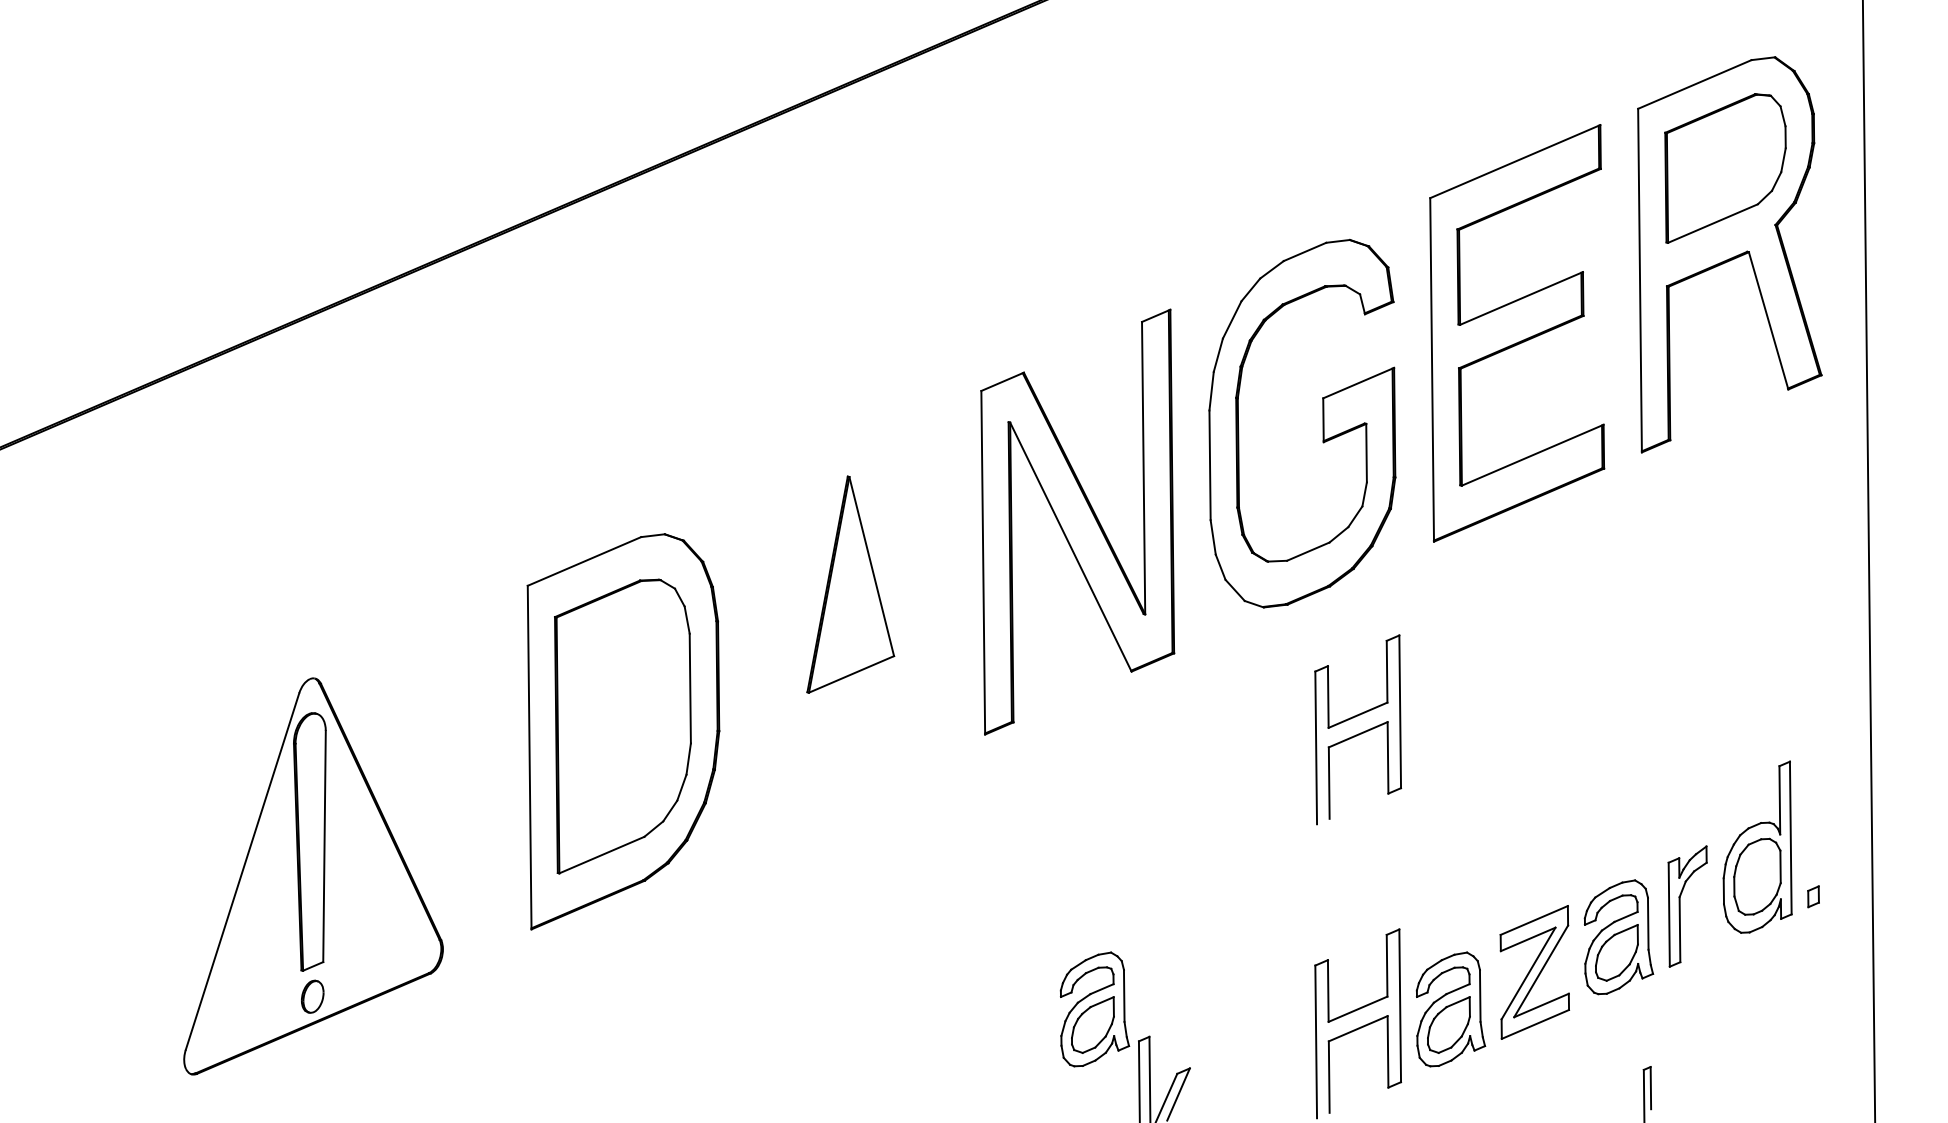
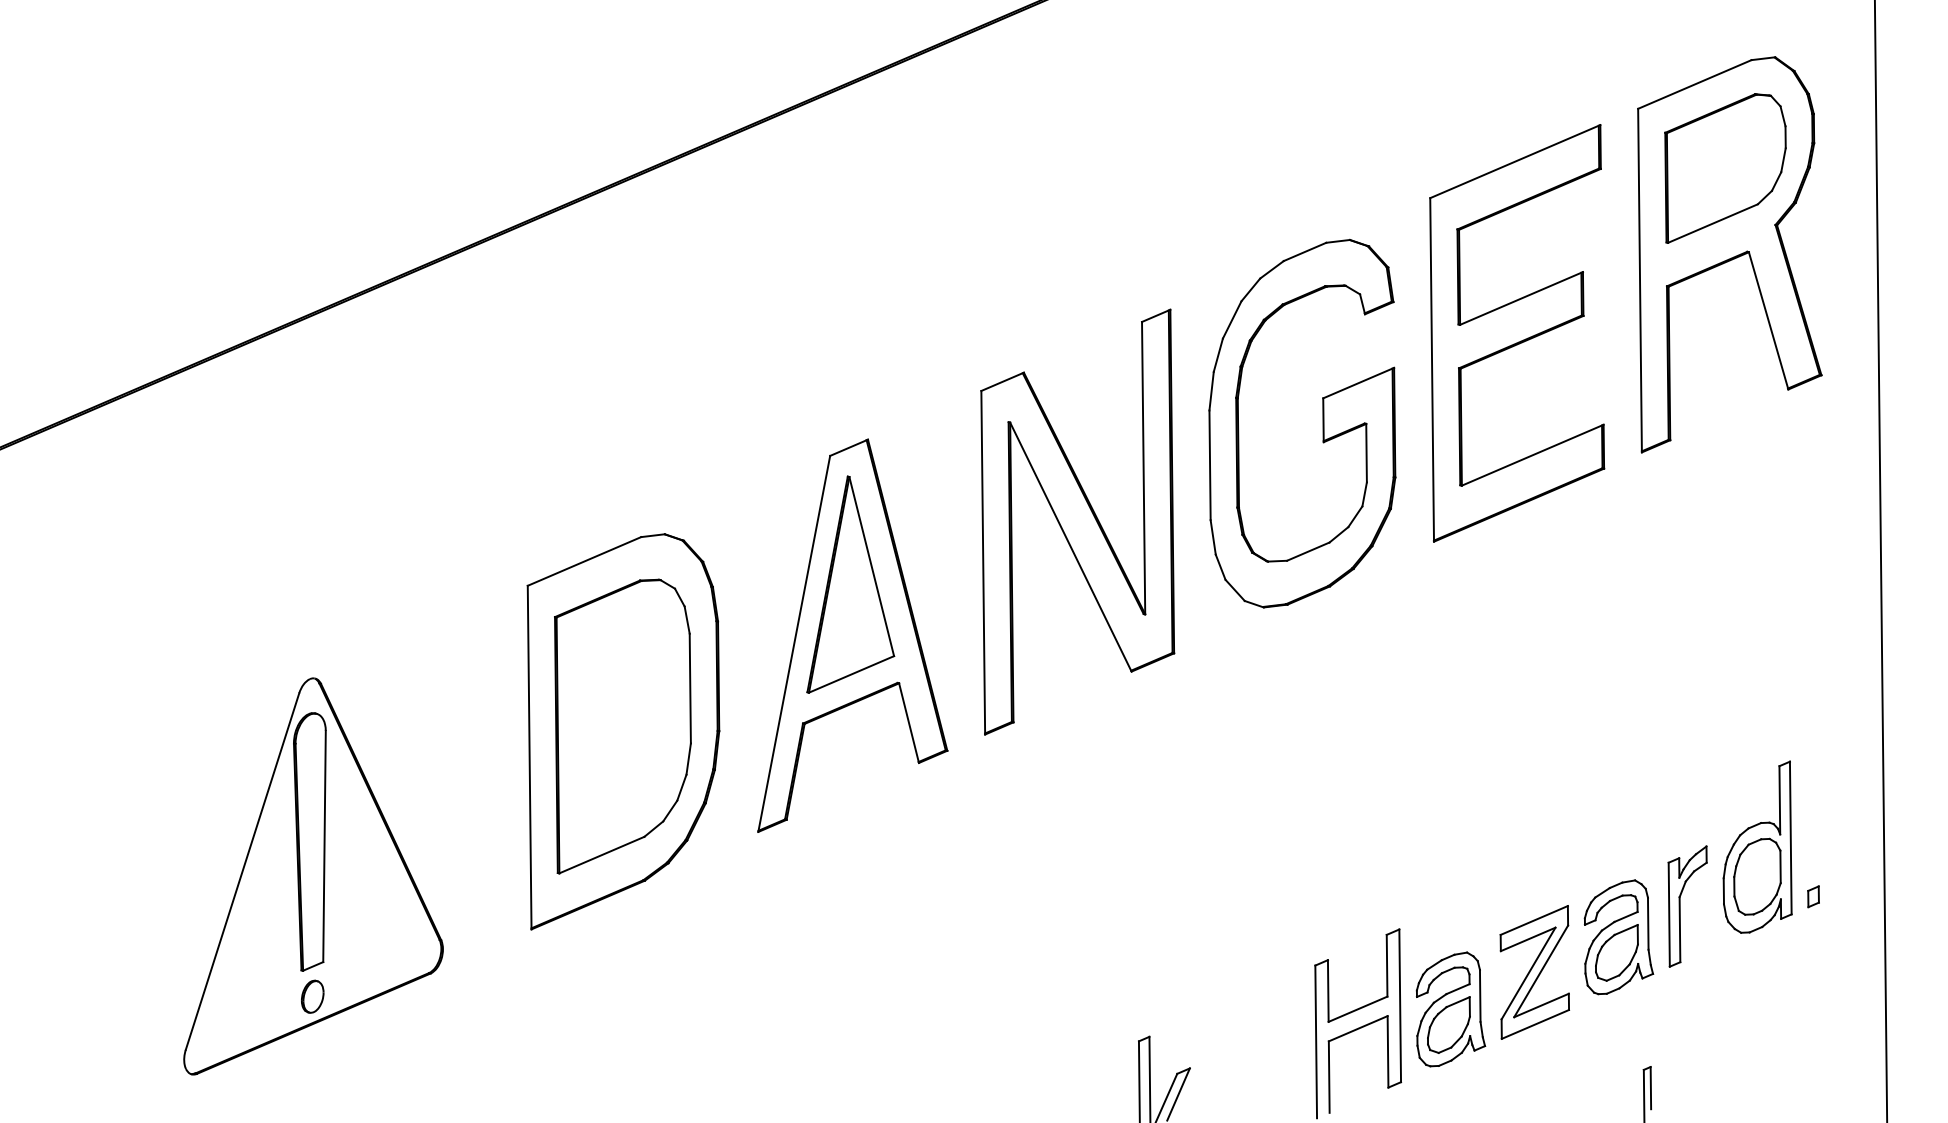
line at (1868, 560) position: (1868, 560) -> (1880, 560)
part at (852, 635): none -> present
part at (1358, 729): present -> none
part at (1094, 1009): present -> none
